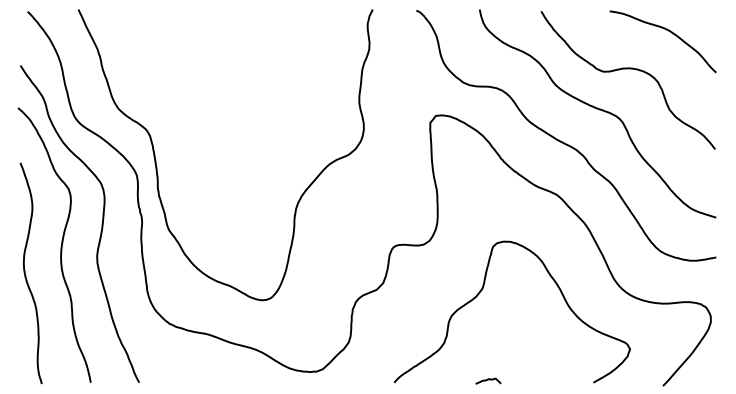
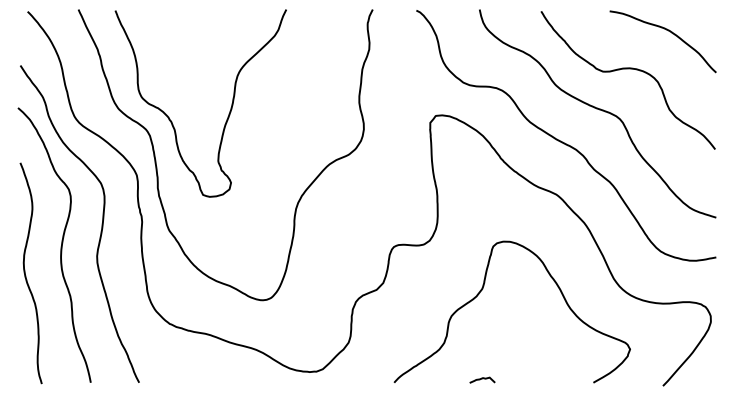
curve at (228, 113): none -> present
curve at (488, 380) position: (488, 380) -> (482, 379)
